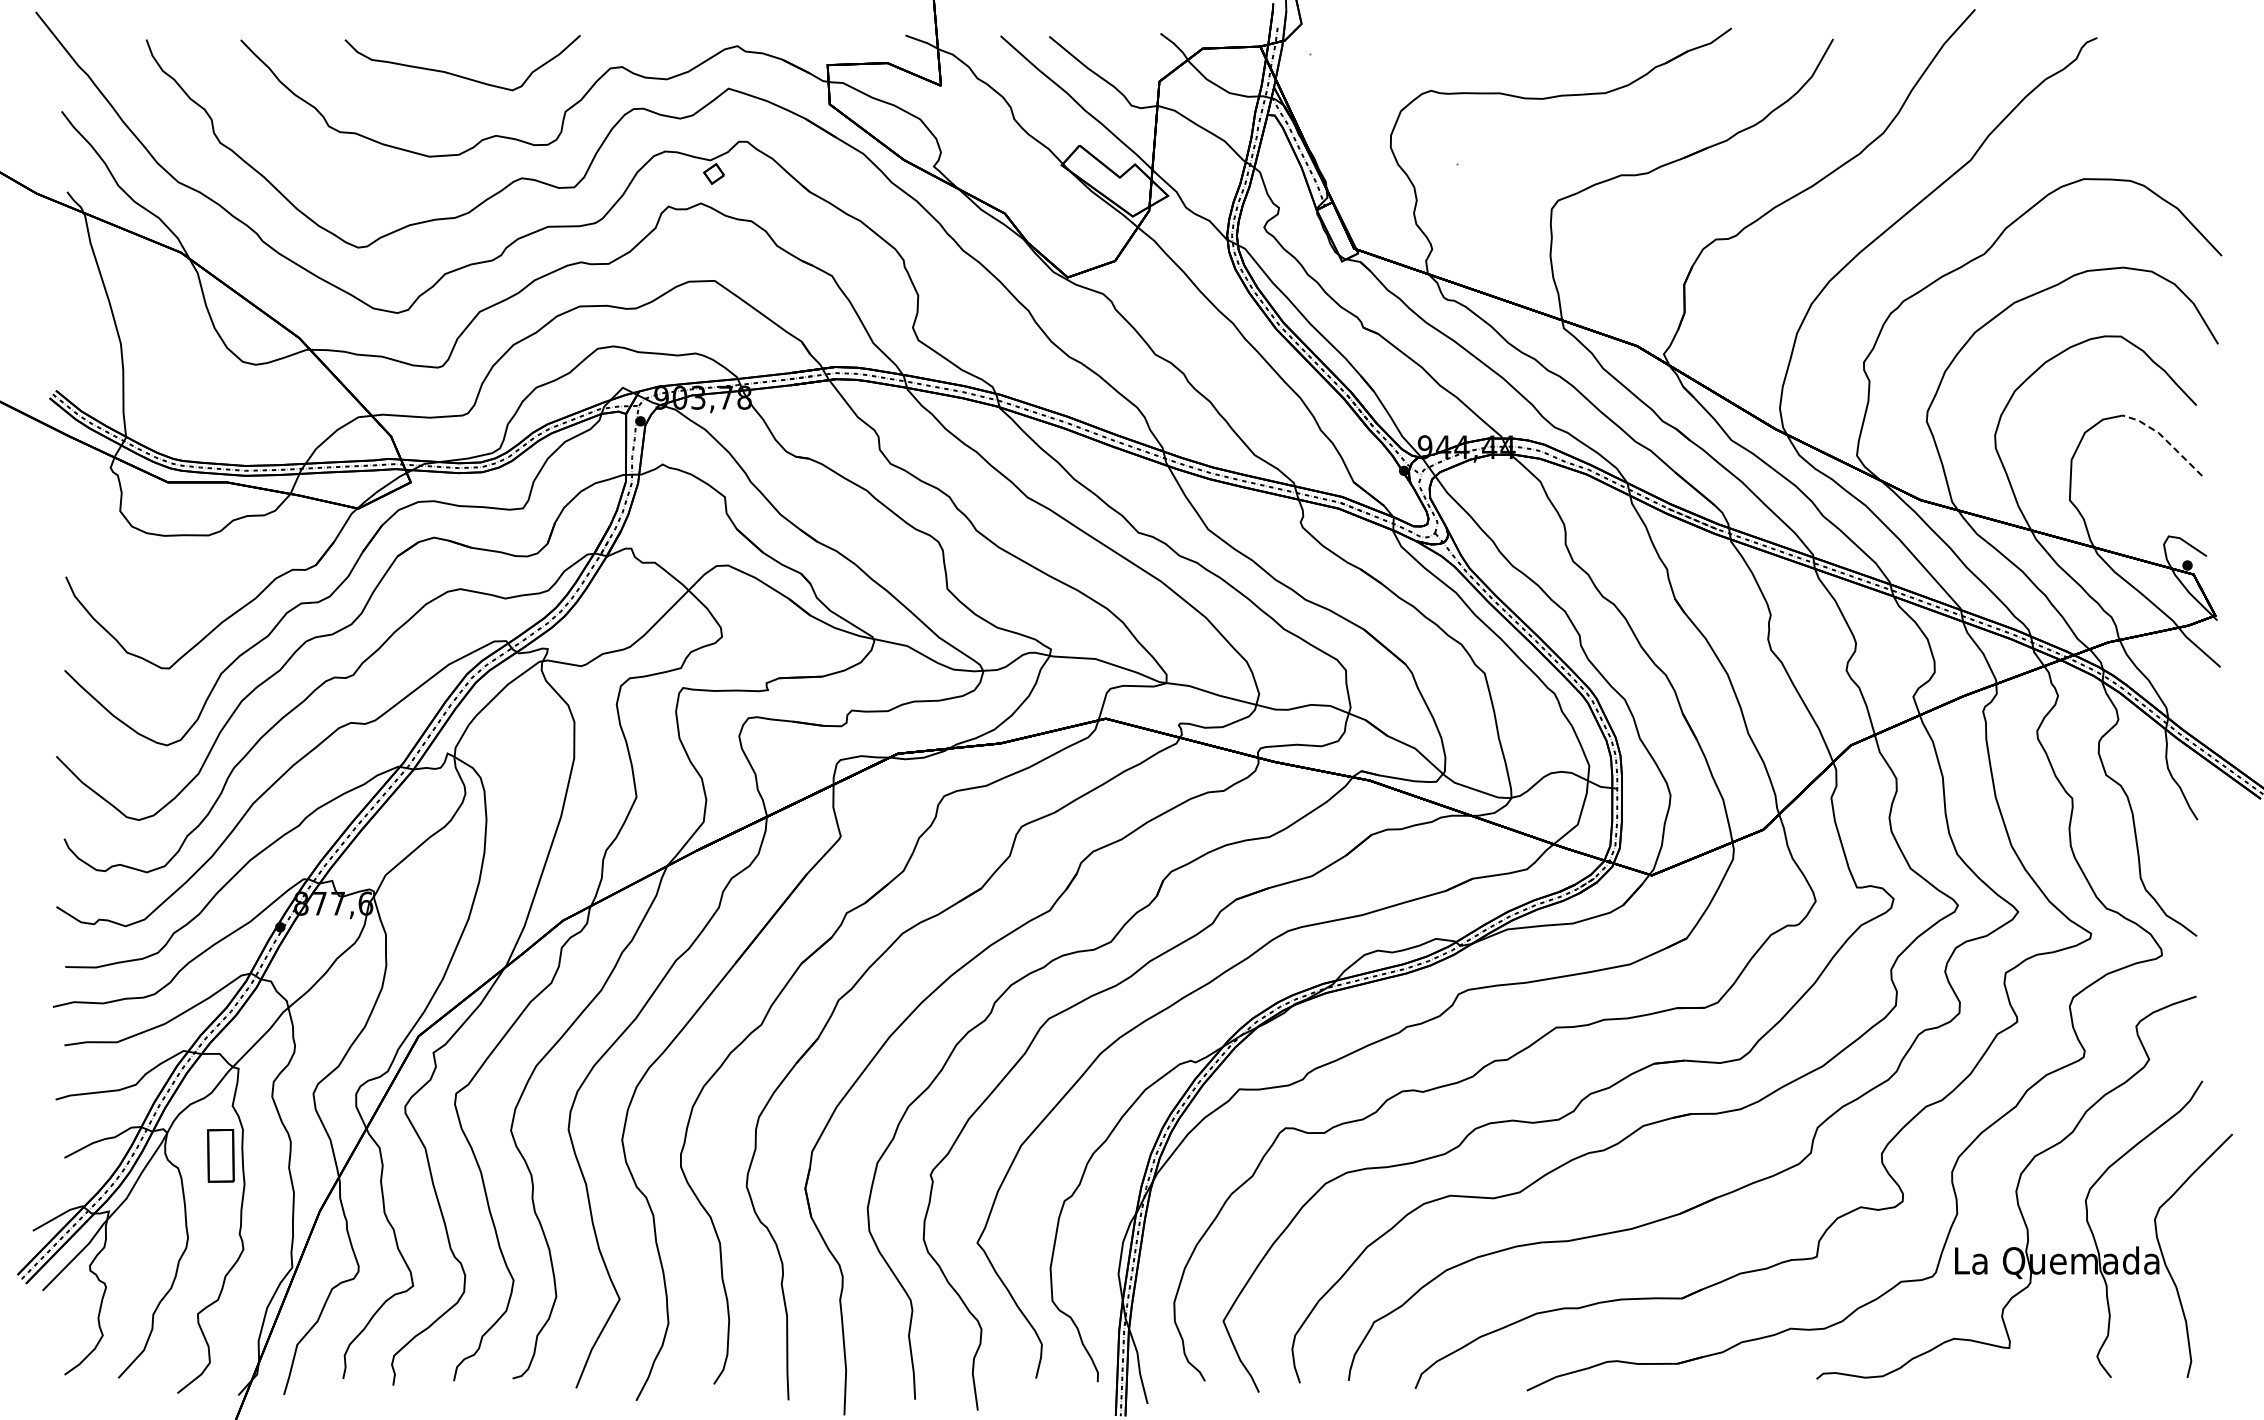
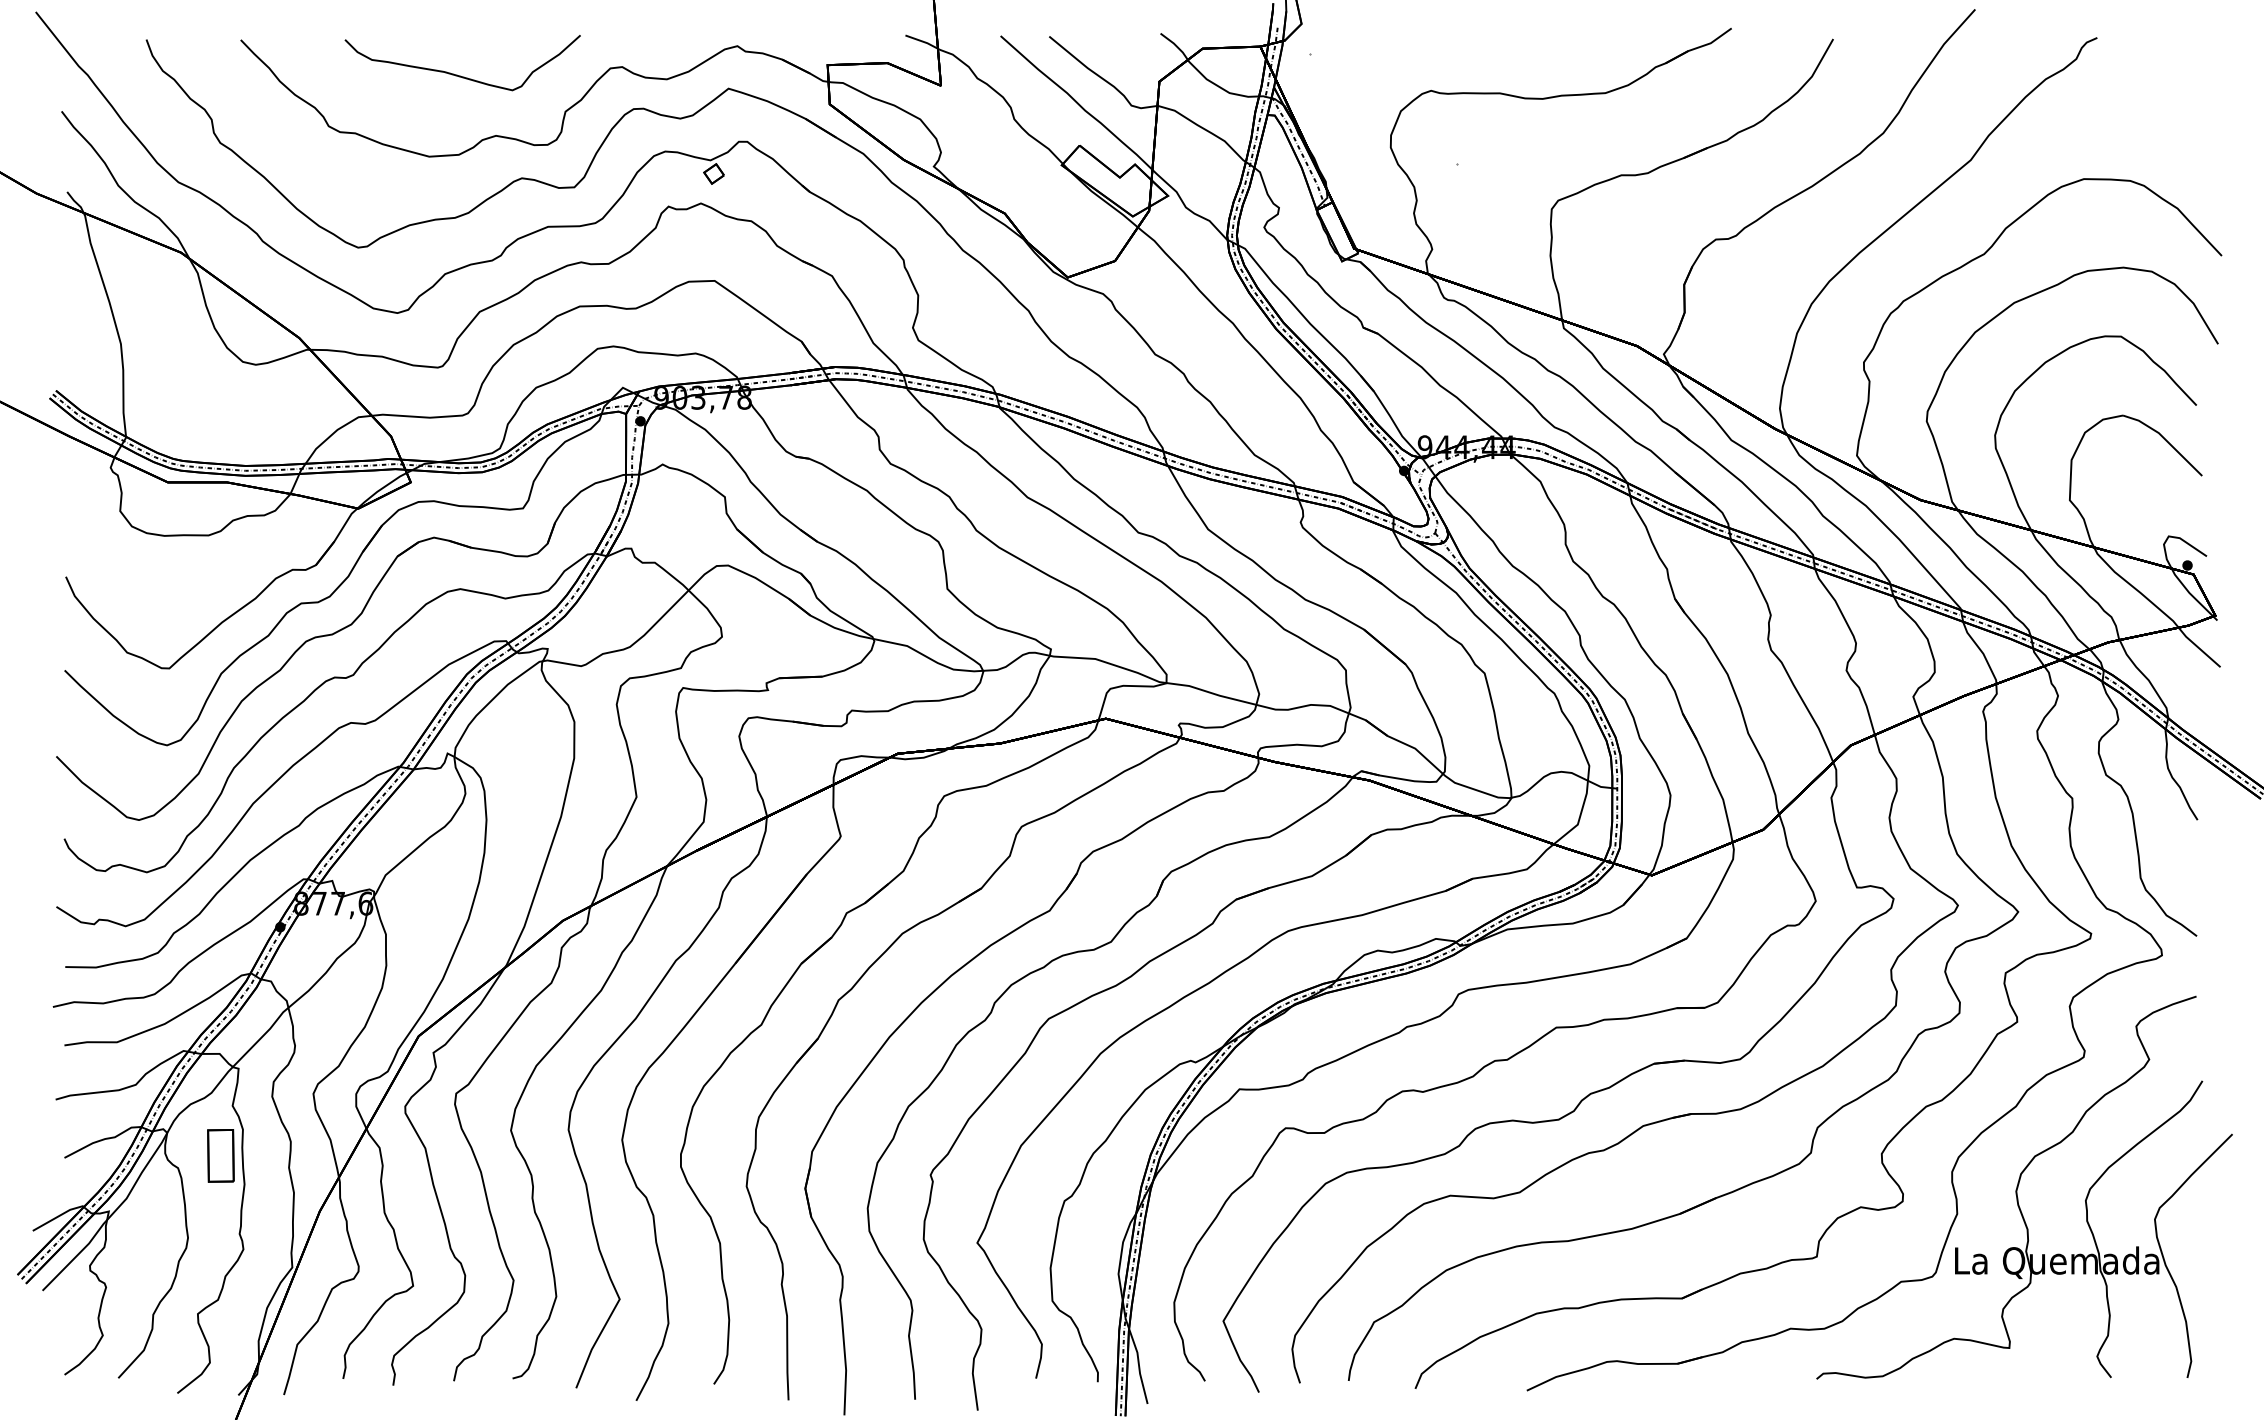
line at (2165, 439): dashed -> solid
